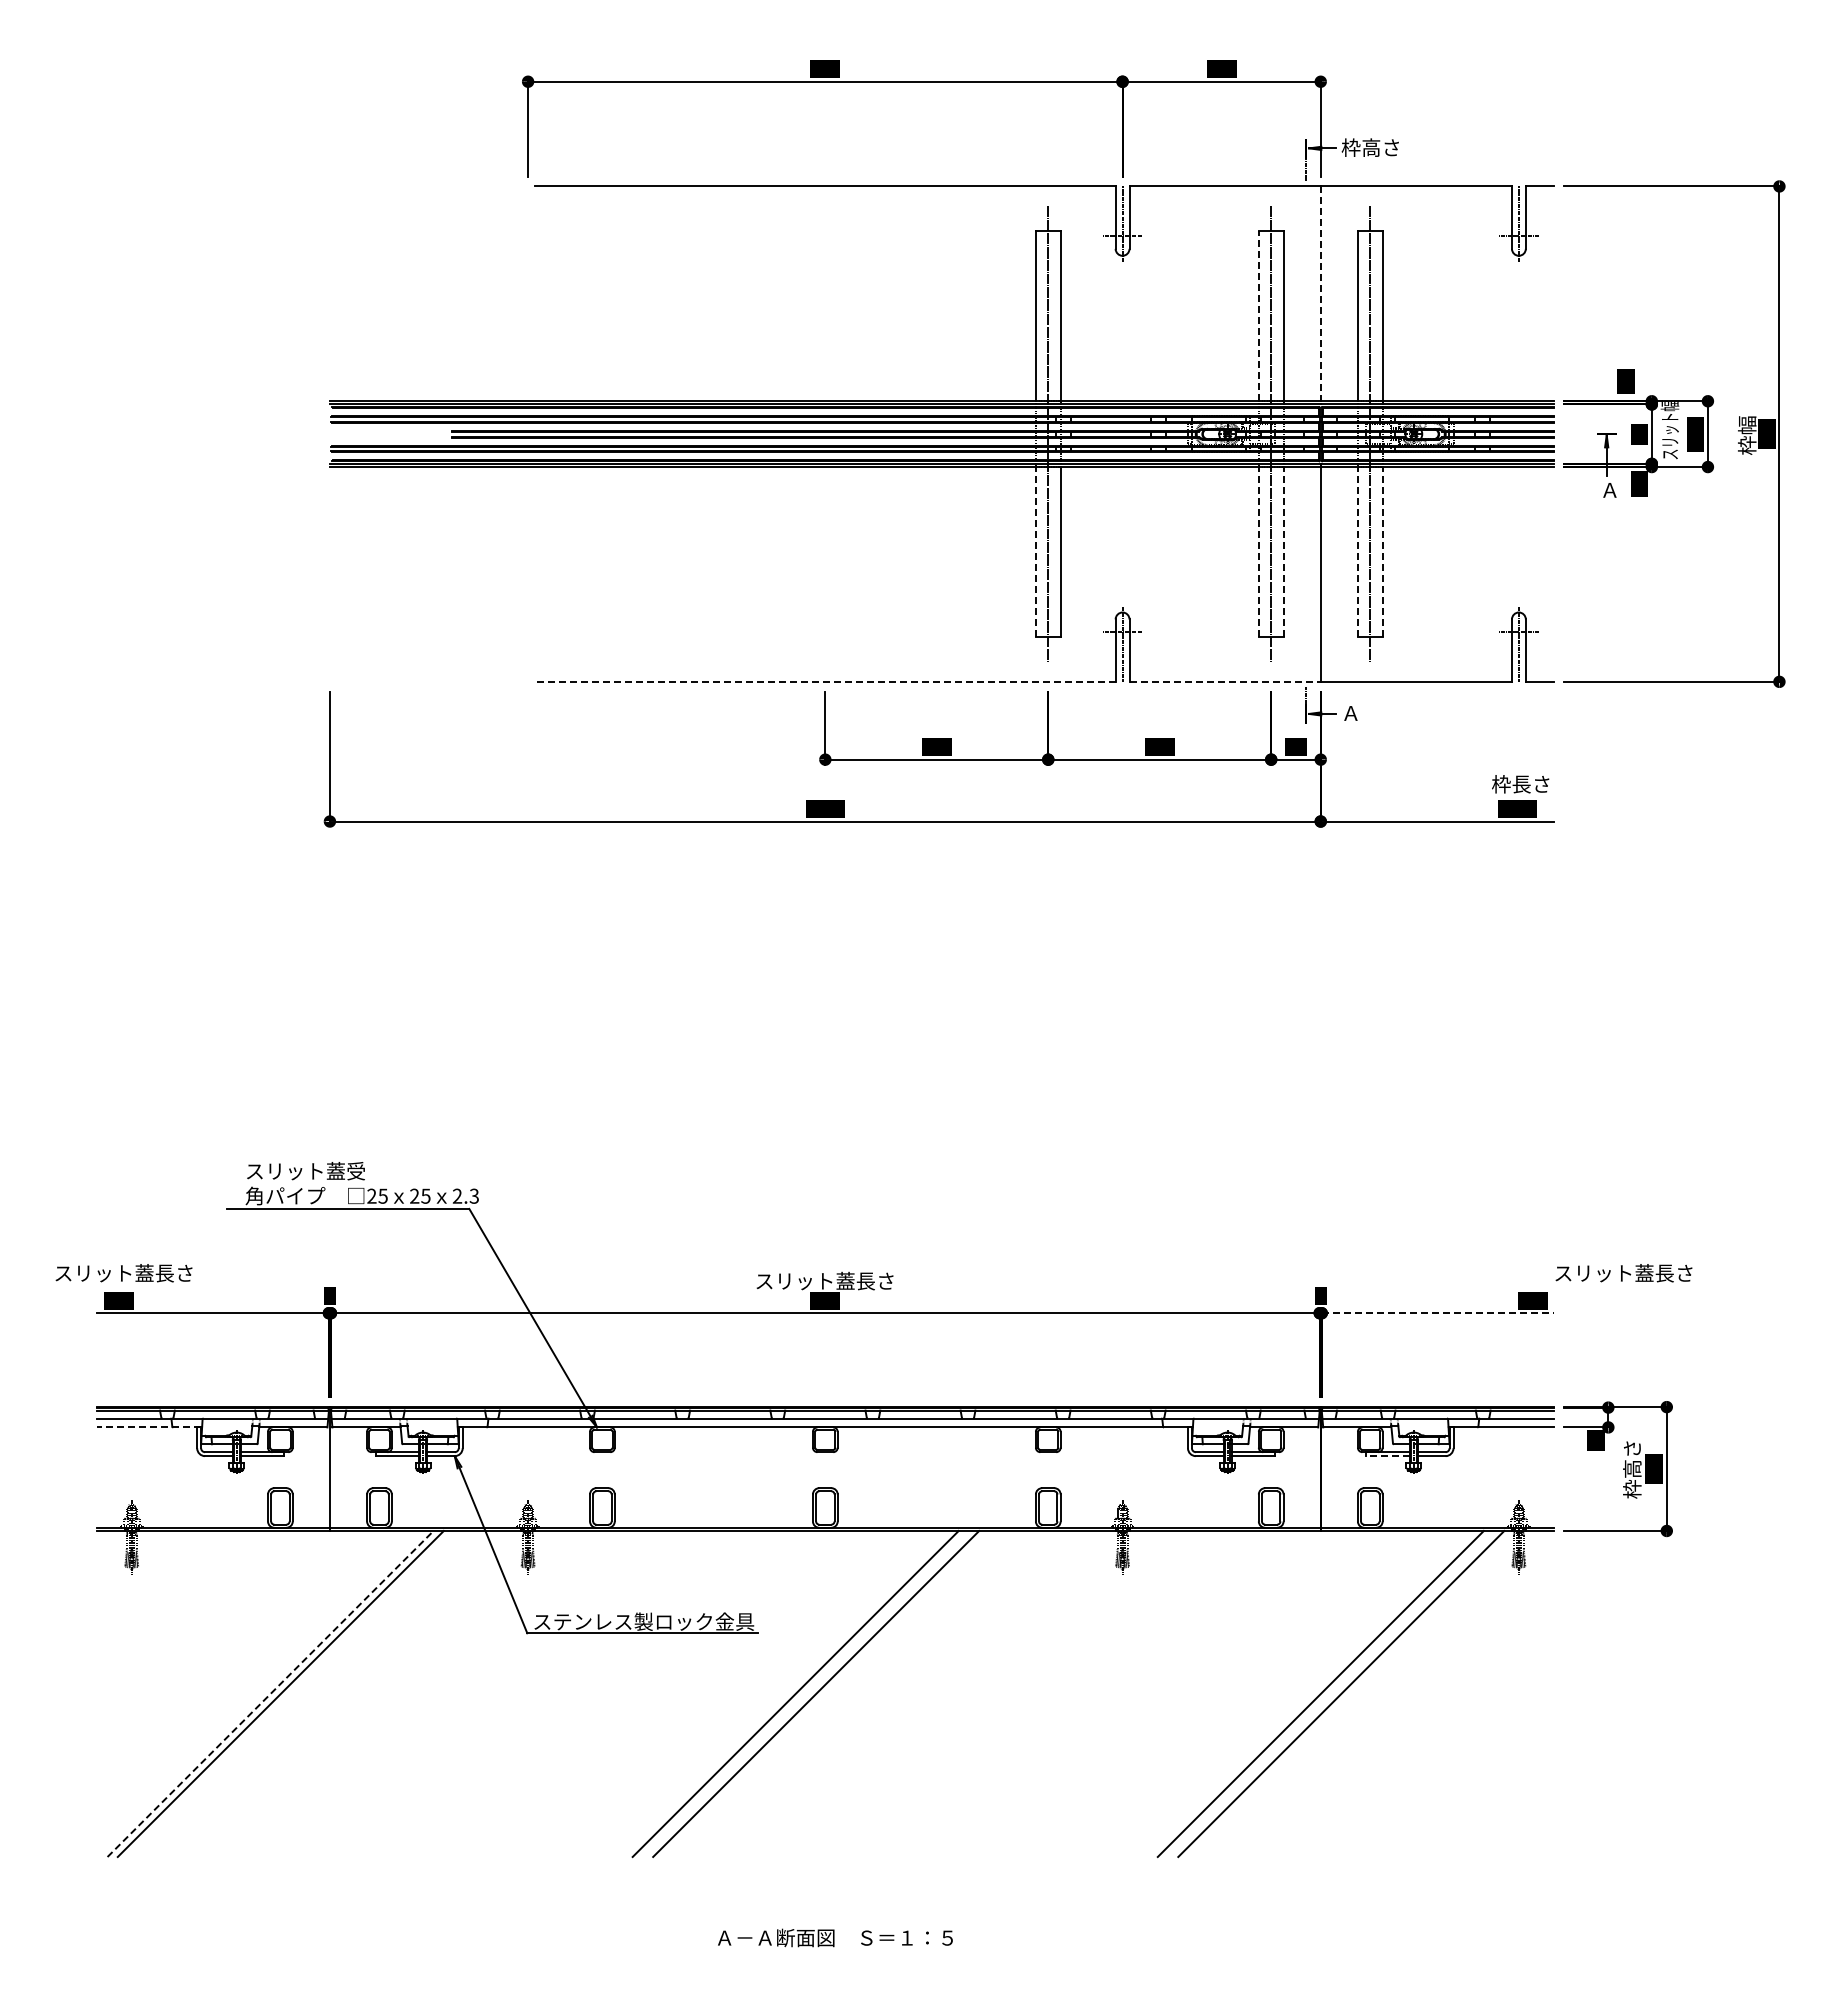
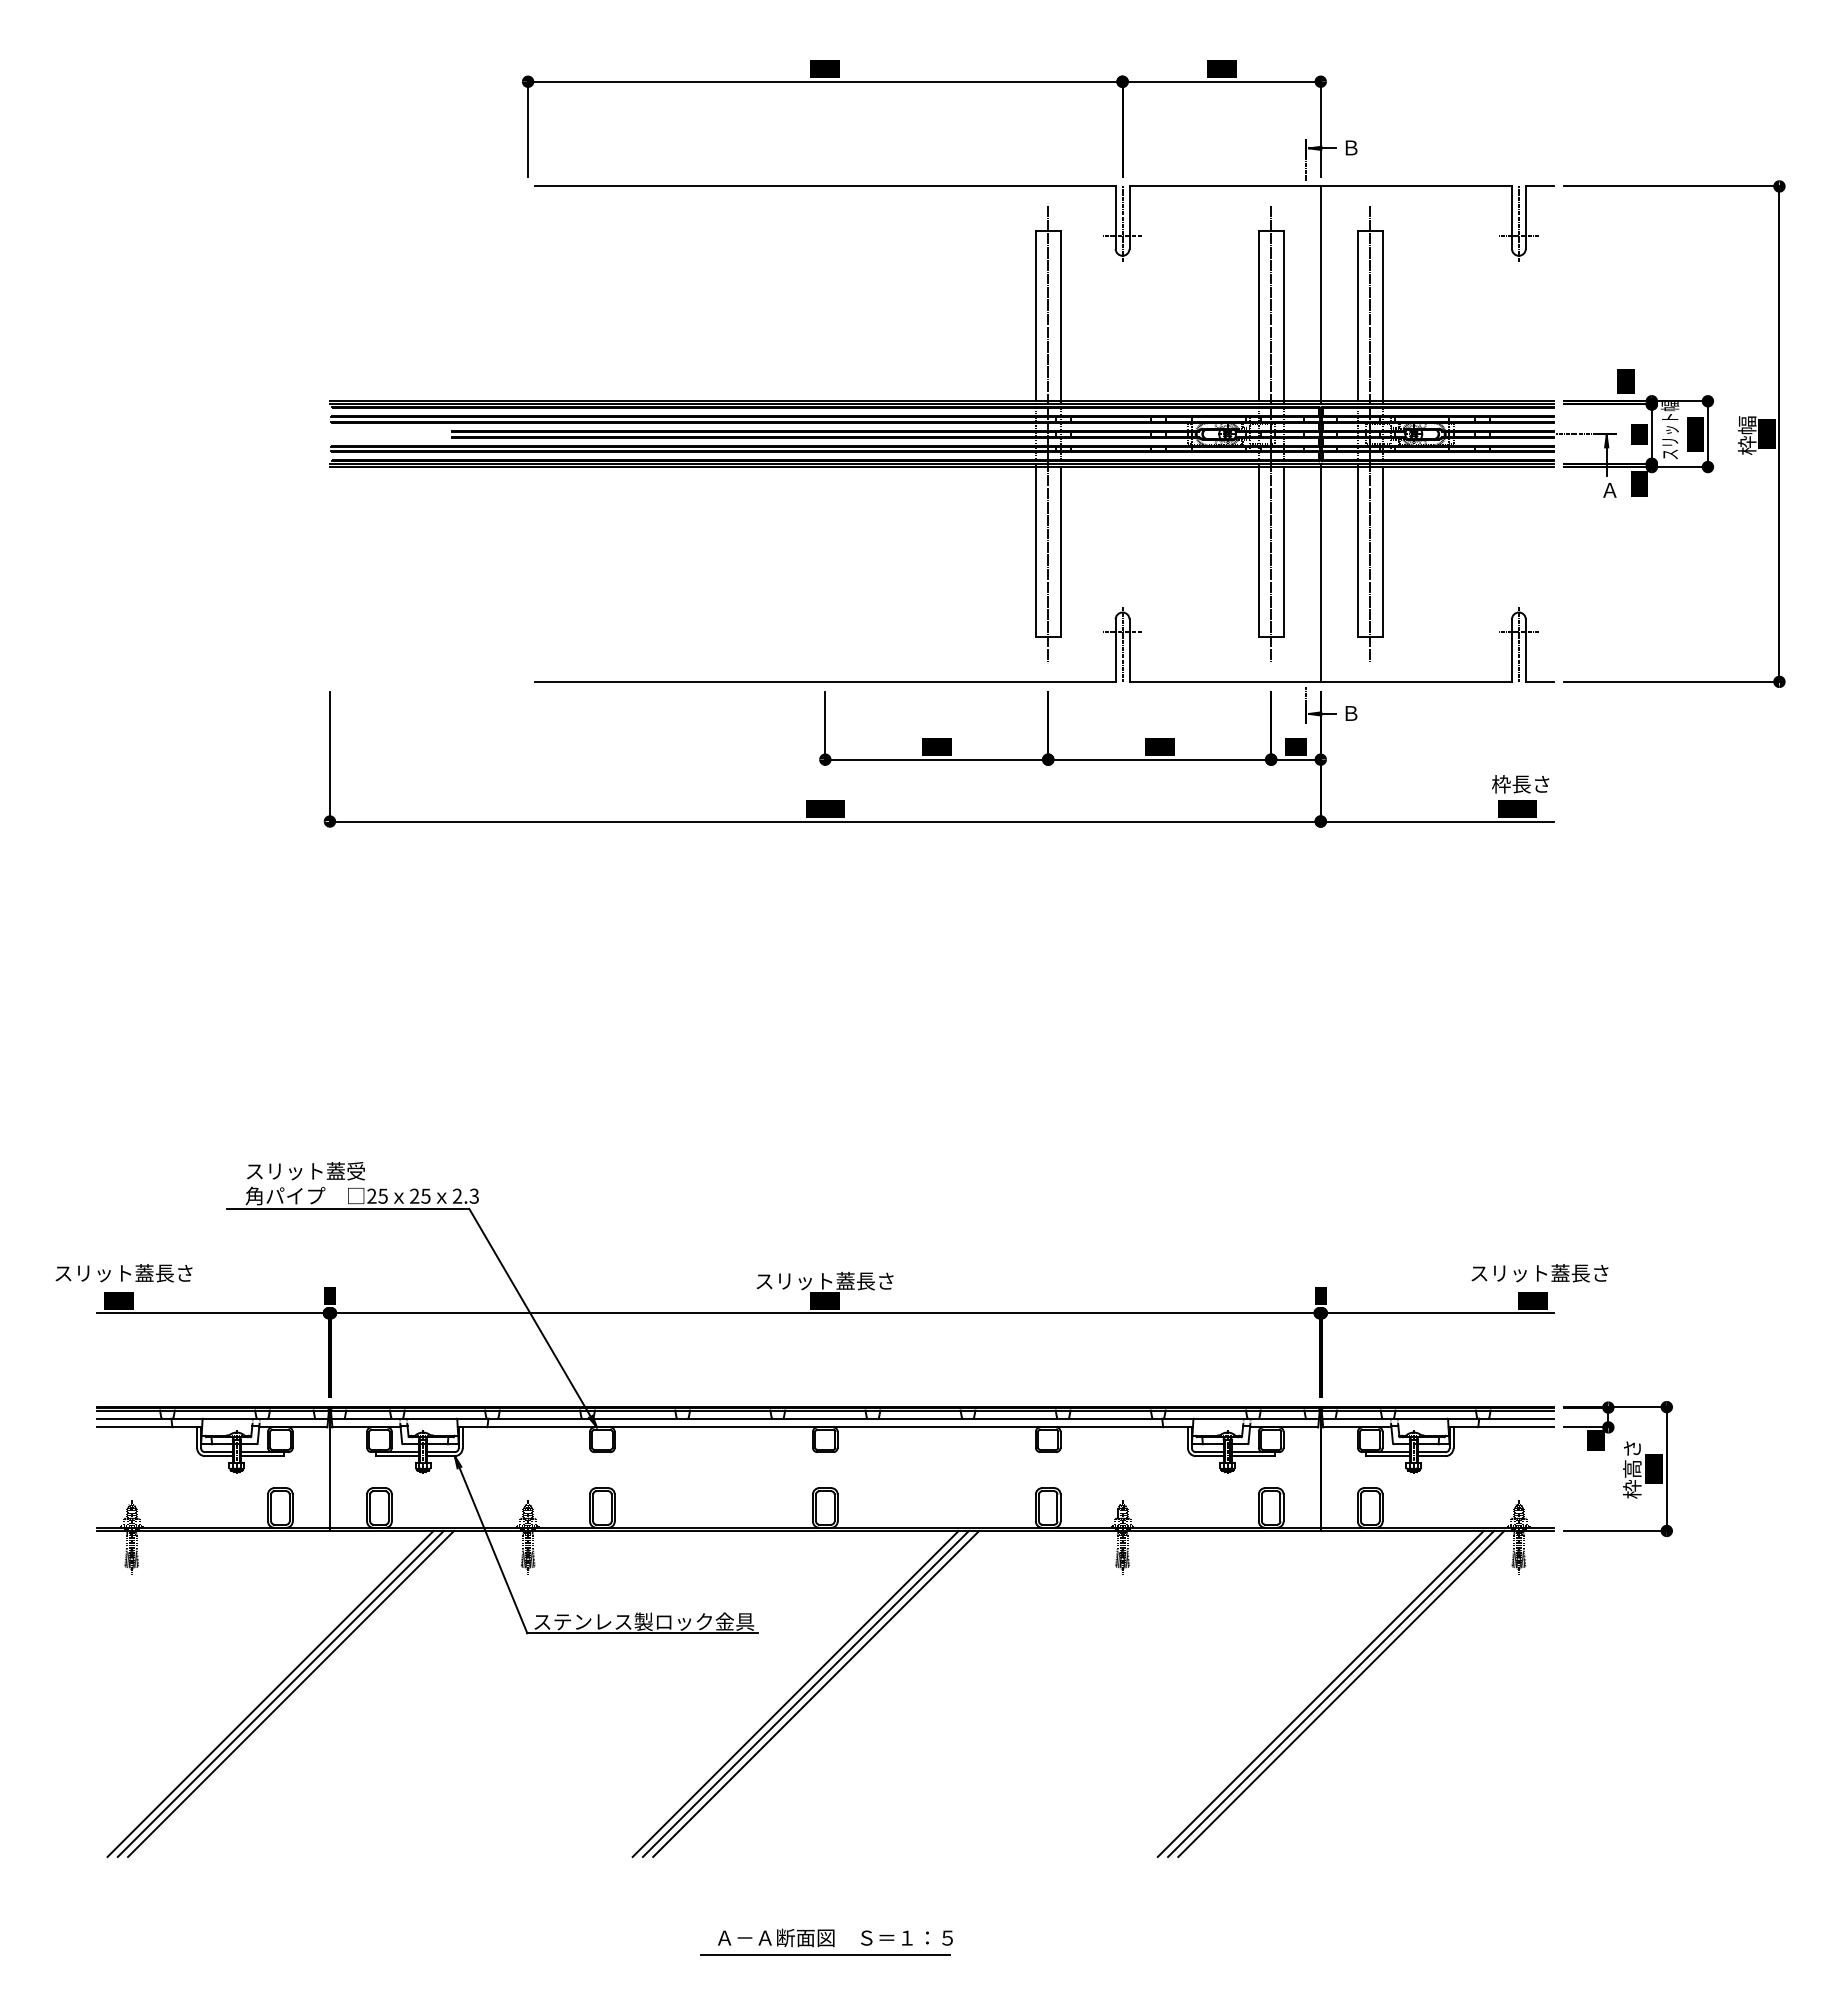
text at (1369, 147): 枠高さ -> Ｂ
line at (1320, 295): dashed -> solid
line at (1258, 315): dashed -> solid
line at (1576, 434): none -> present
line at (1035, 551): dashed -> solid
line at (1258, 551): dashed -> solid
line at (1283, 551): dashed -> solid
line at (1357, 551): dashed -> solid
line at (1382, 551): dashed -> solid
line at (824, 681): dashed -> solid
line at (1225, 681): dashed -> solid
text at (1350, 713): Ａ -> Ｂ
text at (1623, 1273) position: (1623, 1273) -> (1539, 1273)
line at (1437, 1313): dashed -> solid
line at (148, 1427): dashed -> solid
line at (1388, 1456): dashed -> solid
line at (270, 1693): dashed -> solid
line at (291, 1693): none -> present
line at (805, 1693): none -> present
line at (1331, 1693): none -> present
line at (825, 1954): none -> present
